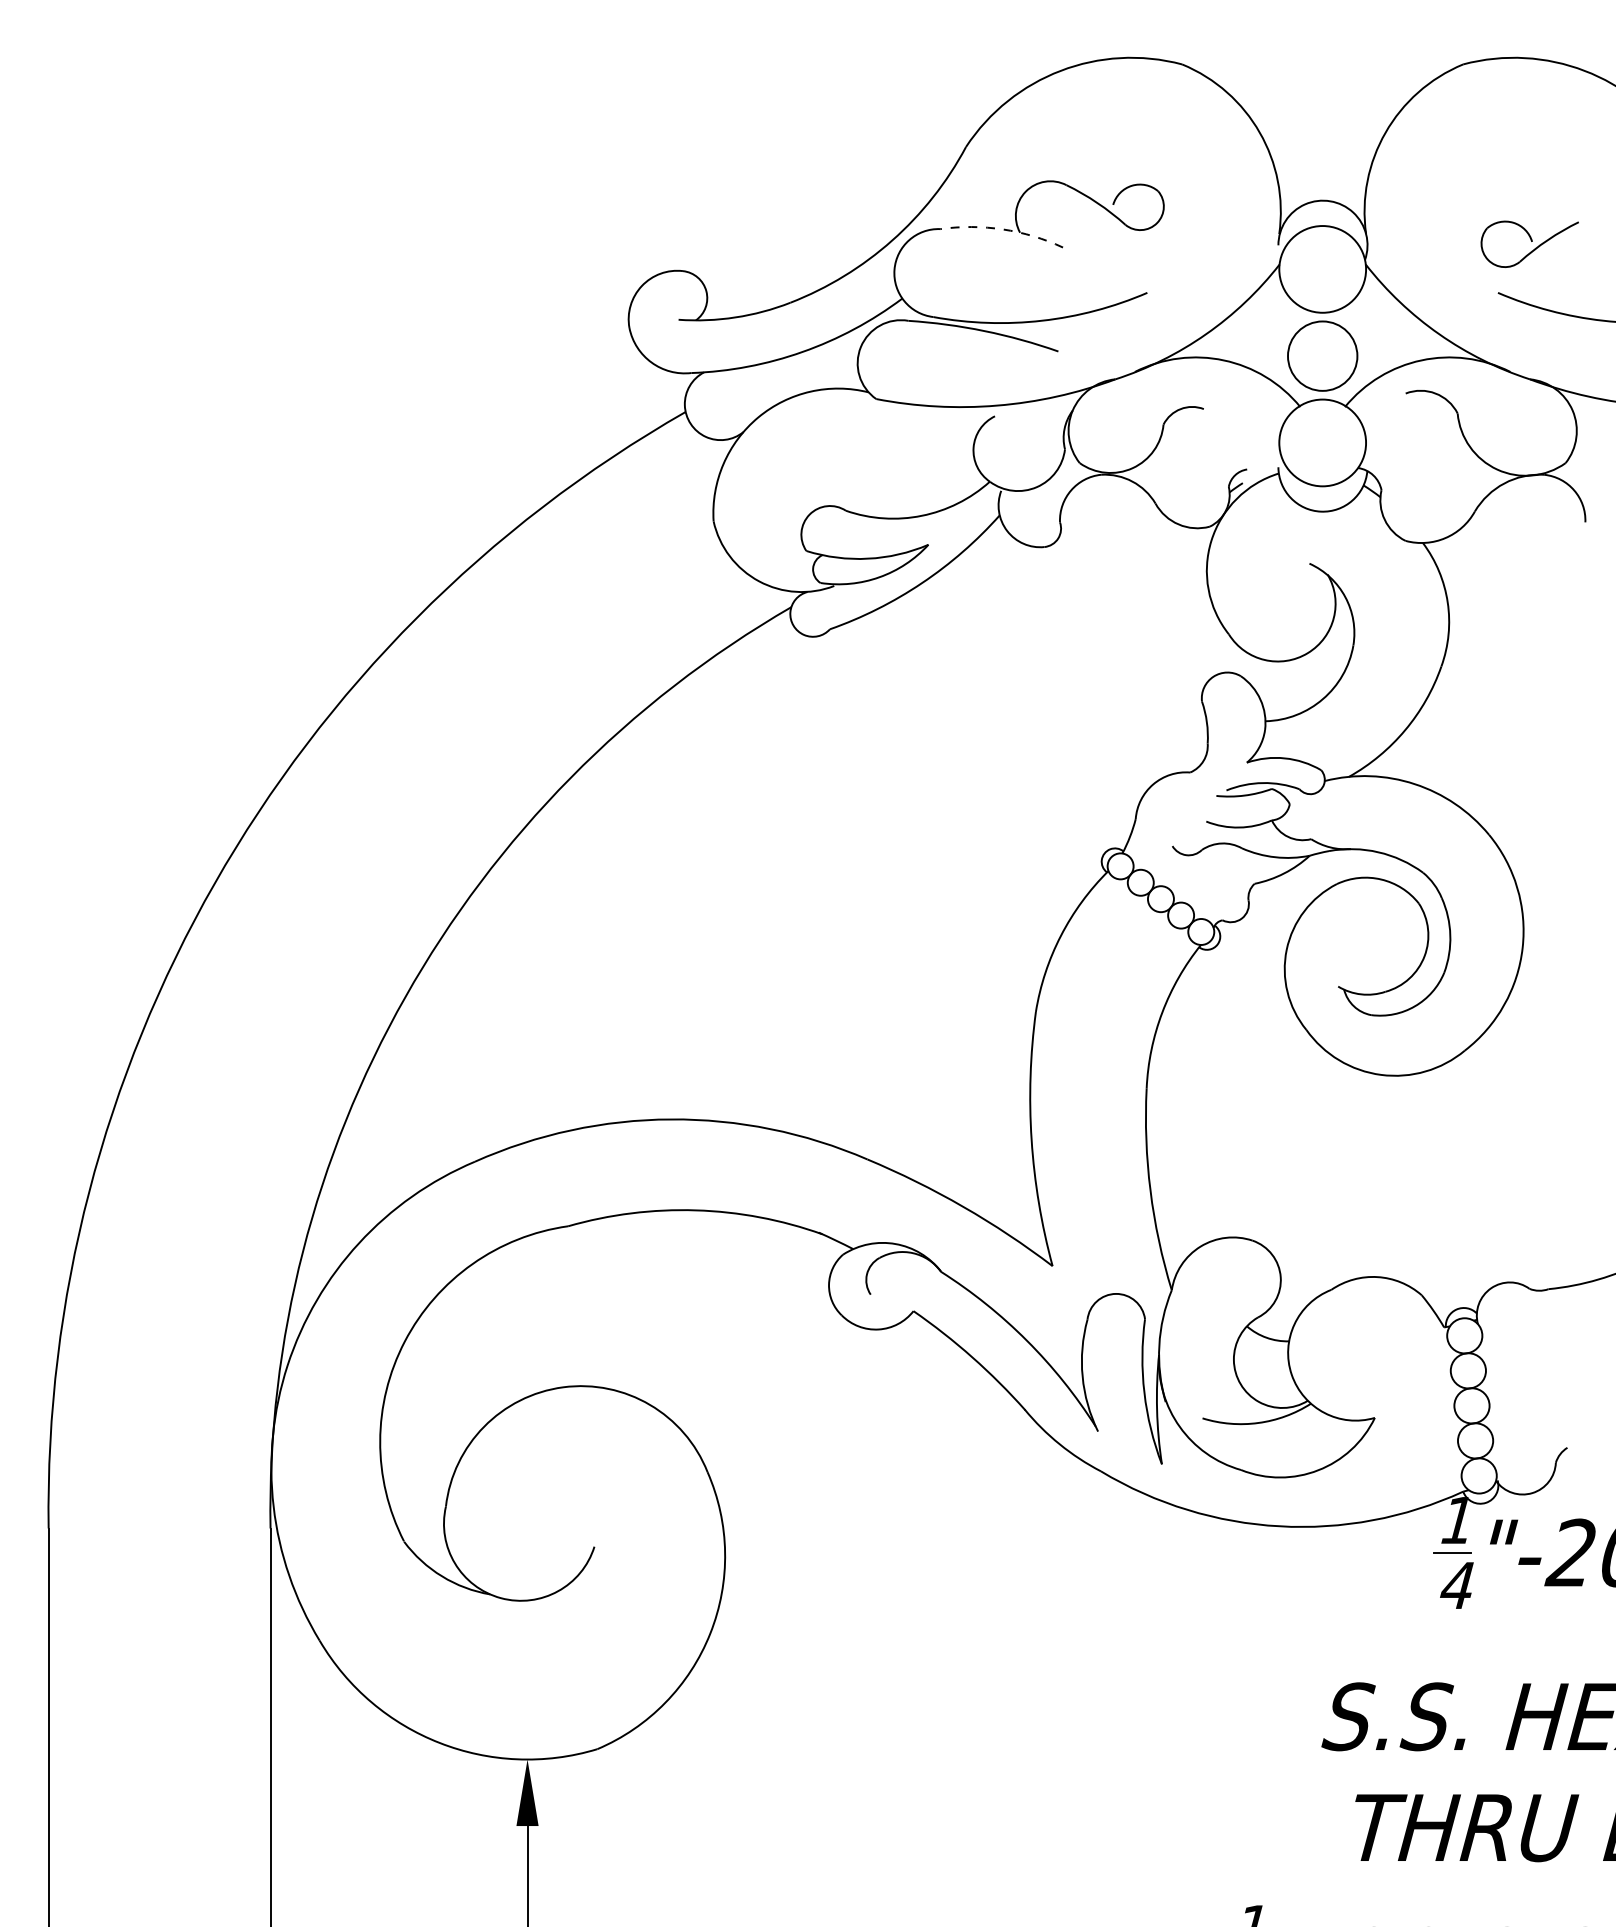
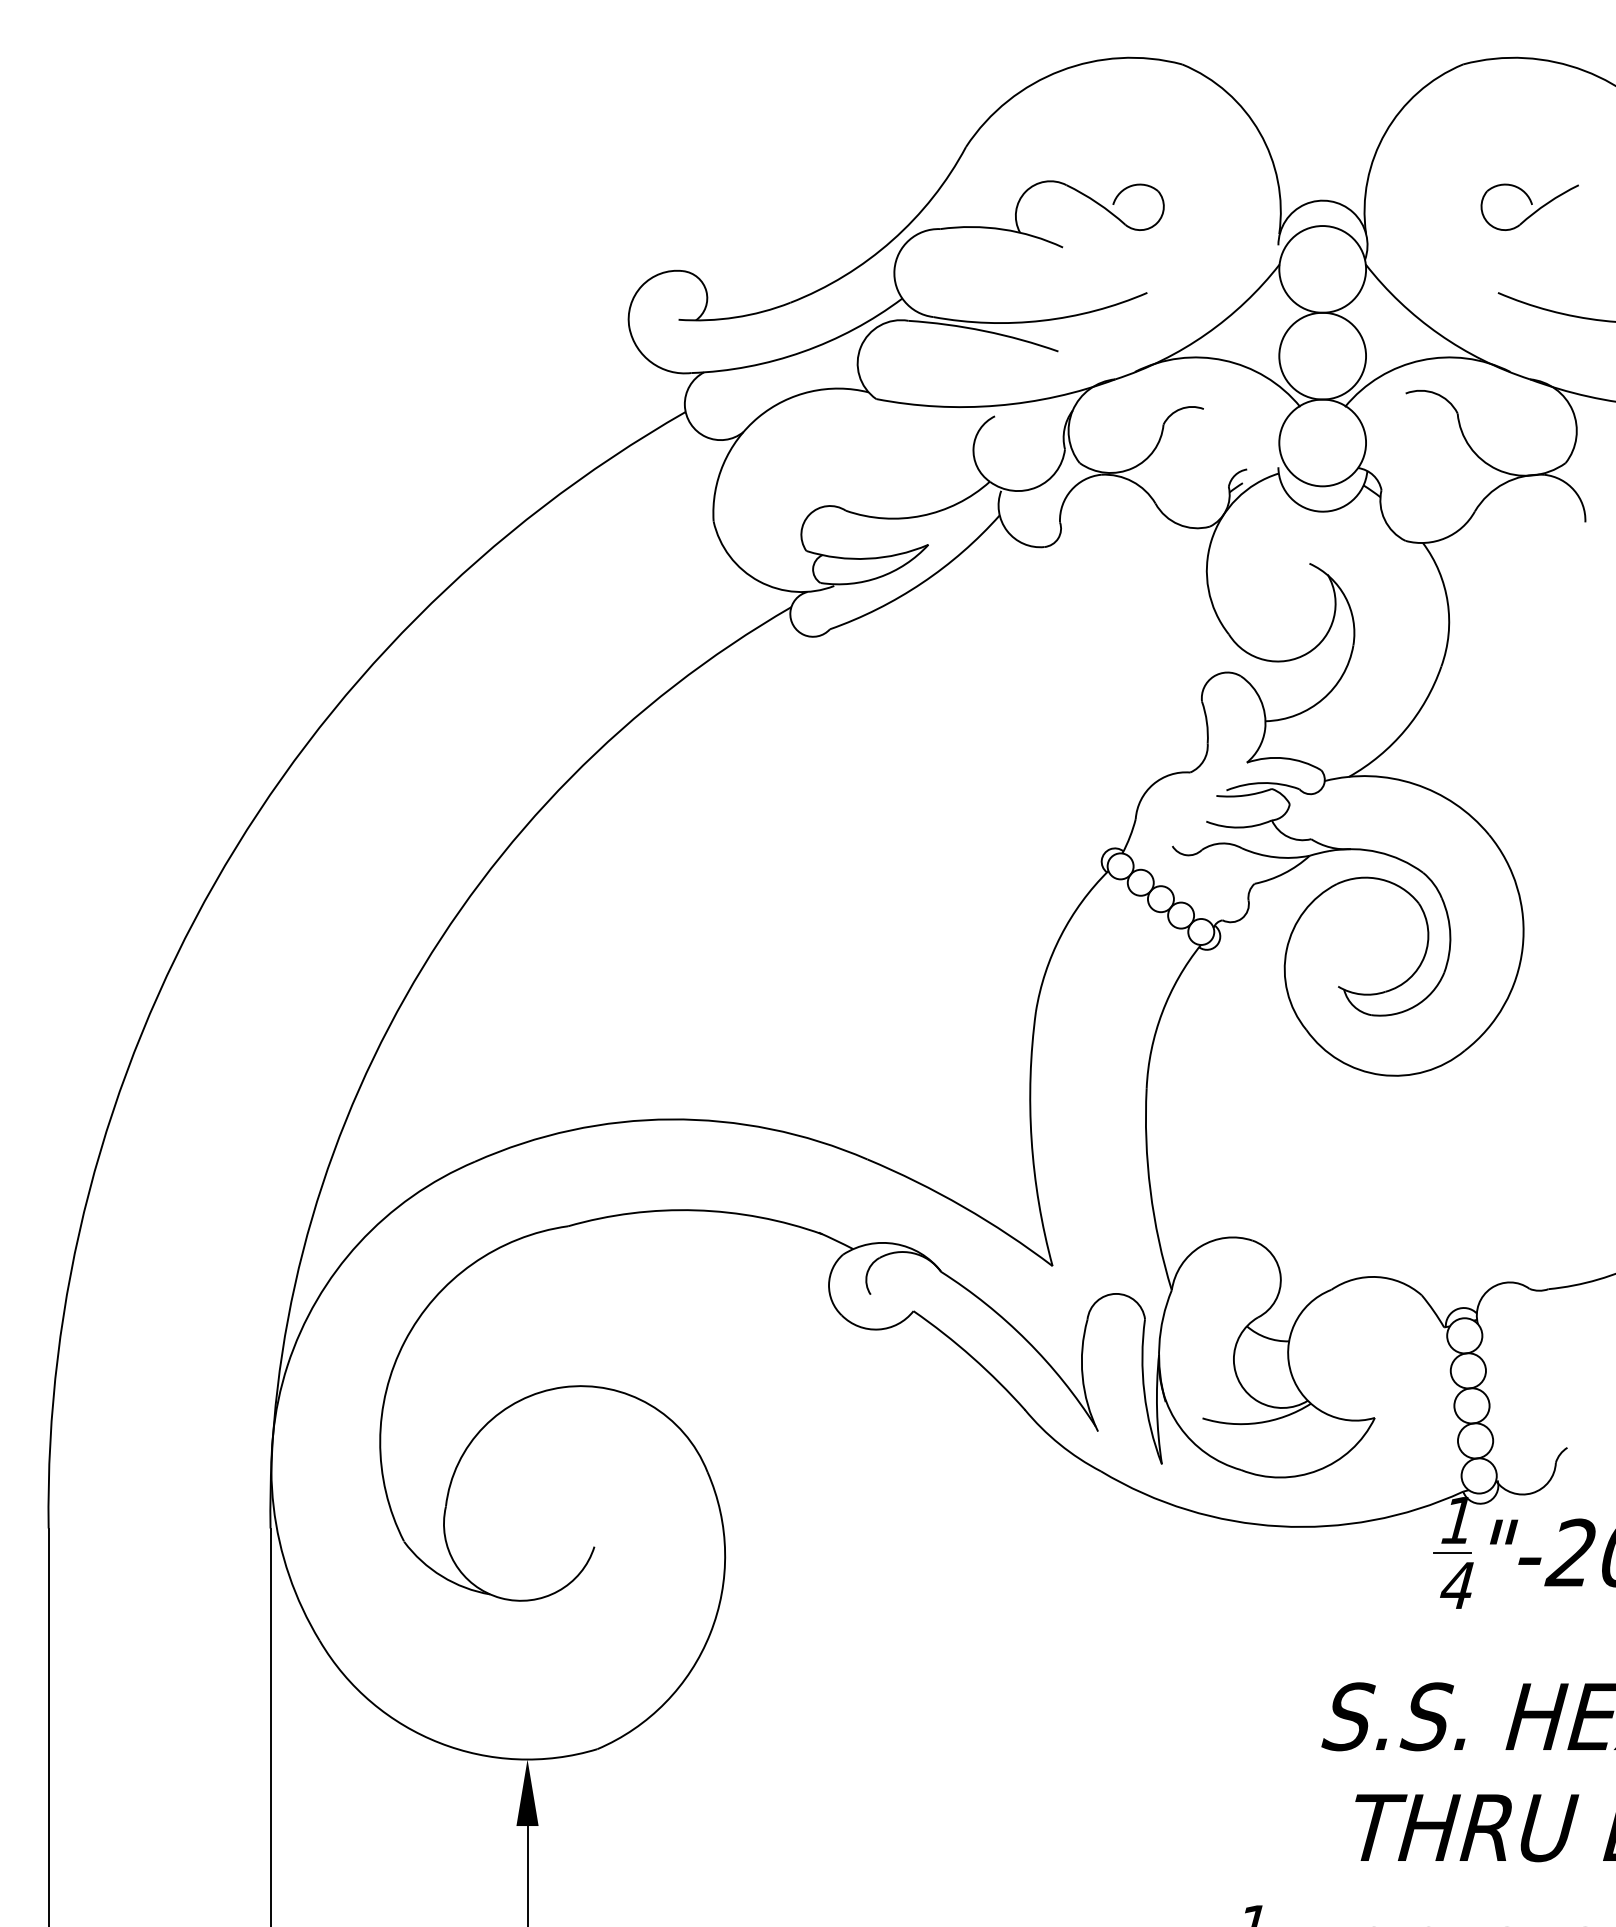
arc at (1002, 229): dashed -> solid
part at (1529, 243) position: (1529, 243) -> (1529, 206)
circle at (1322, 355) diameter: 69 px -> 87 px
